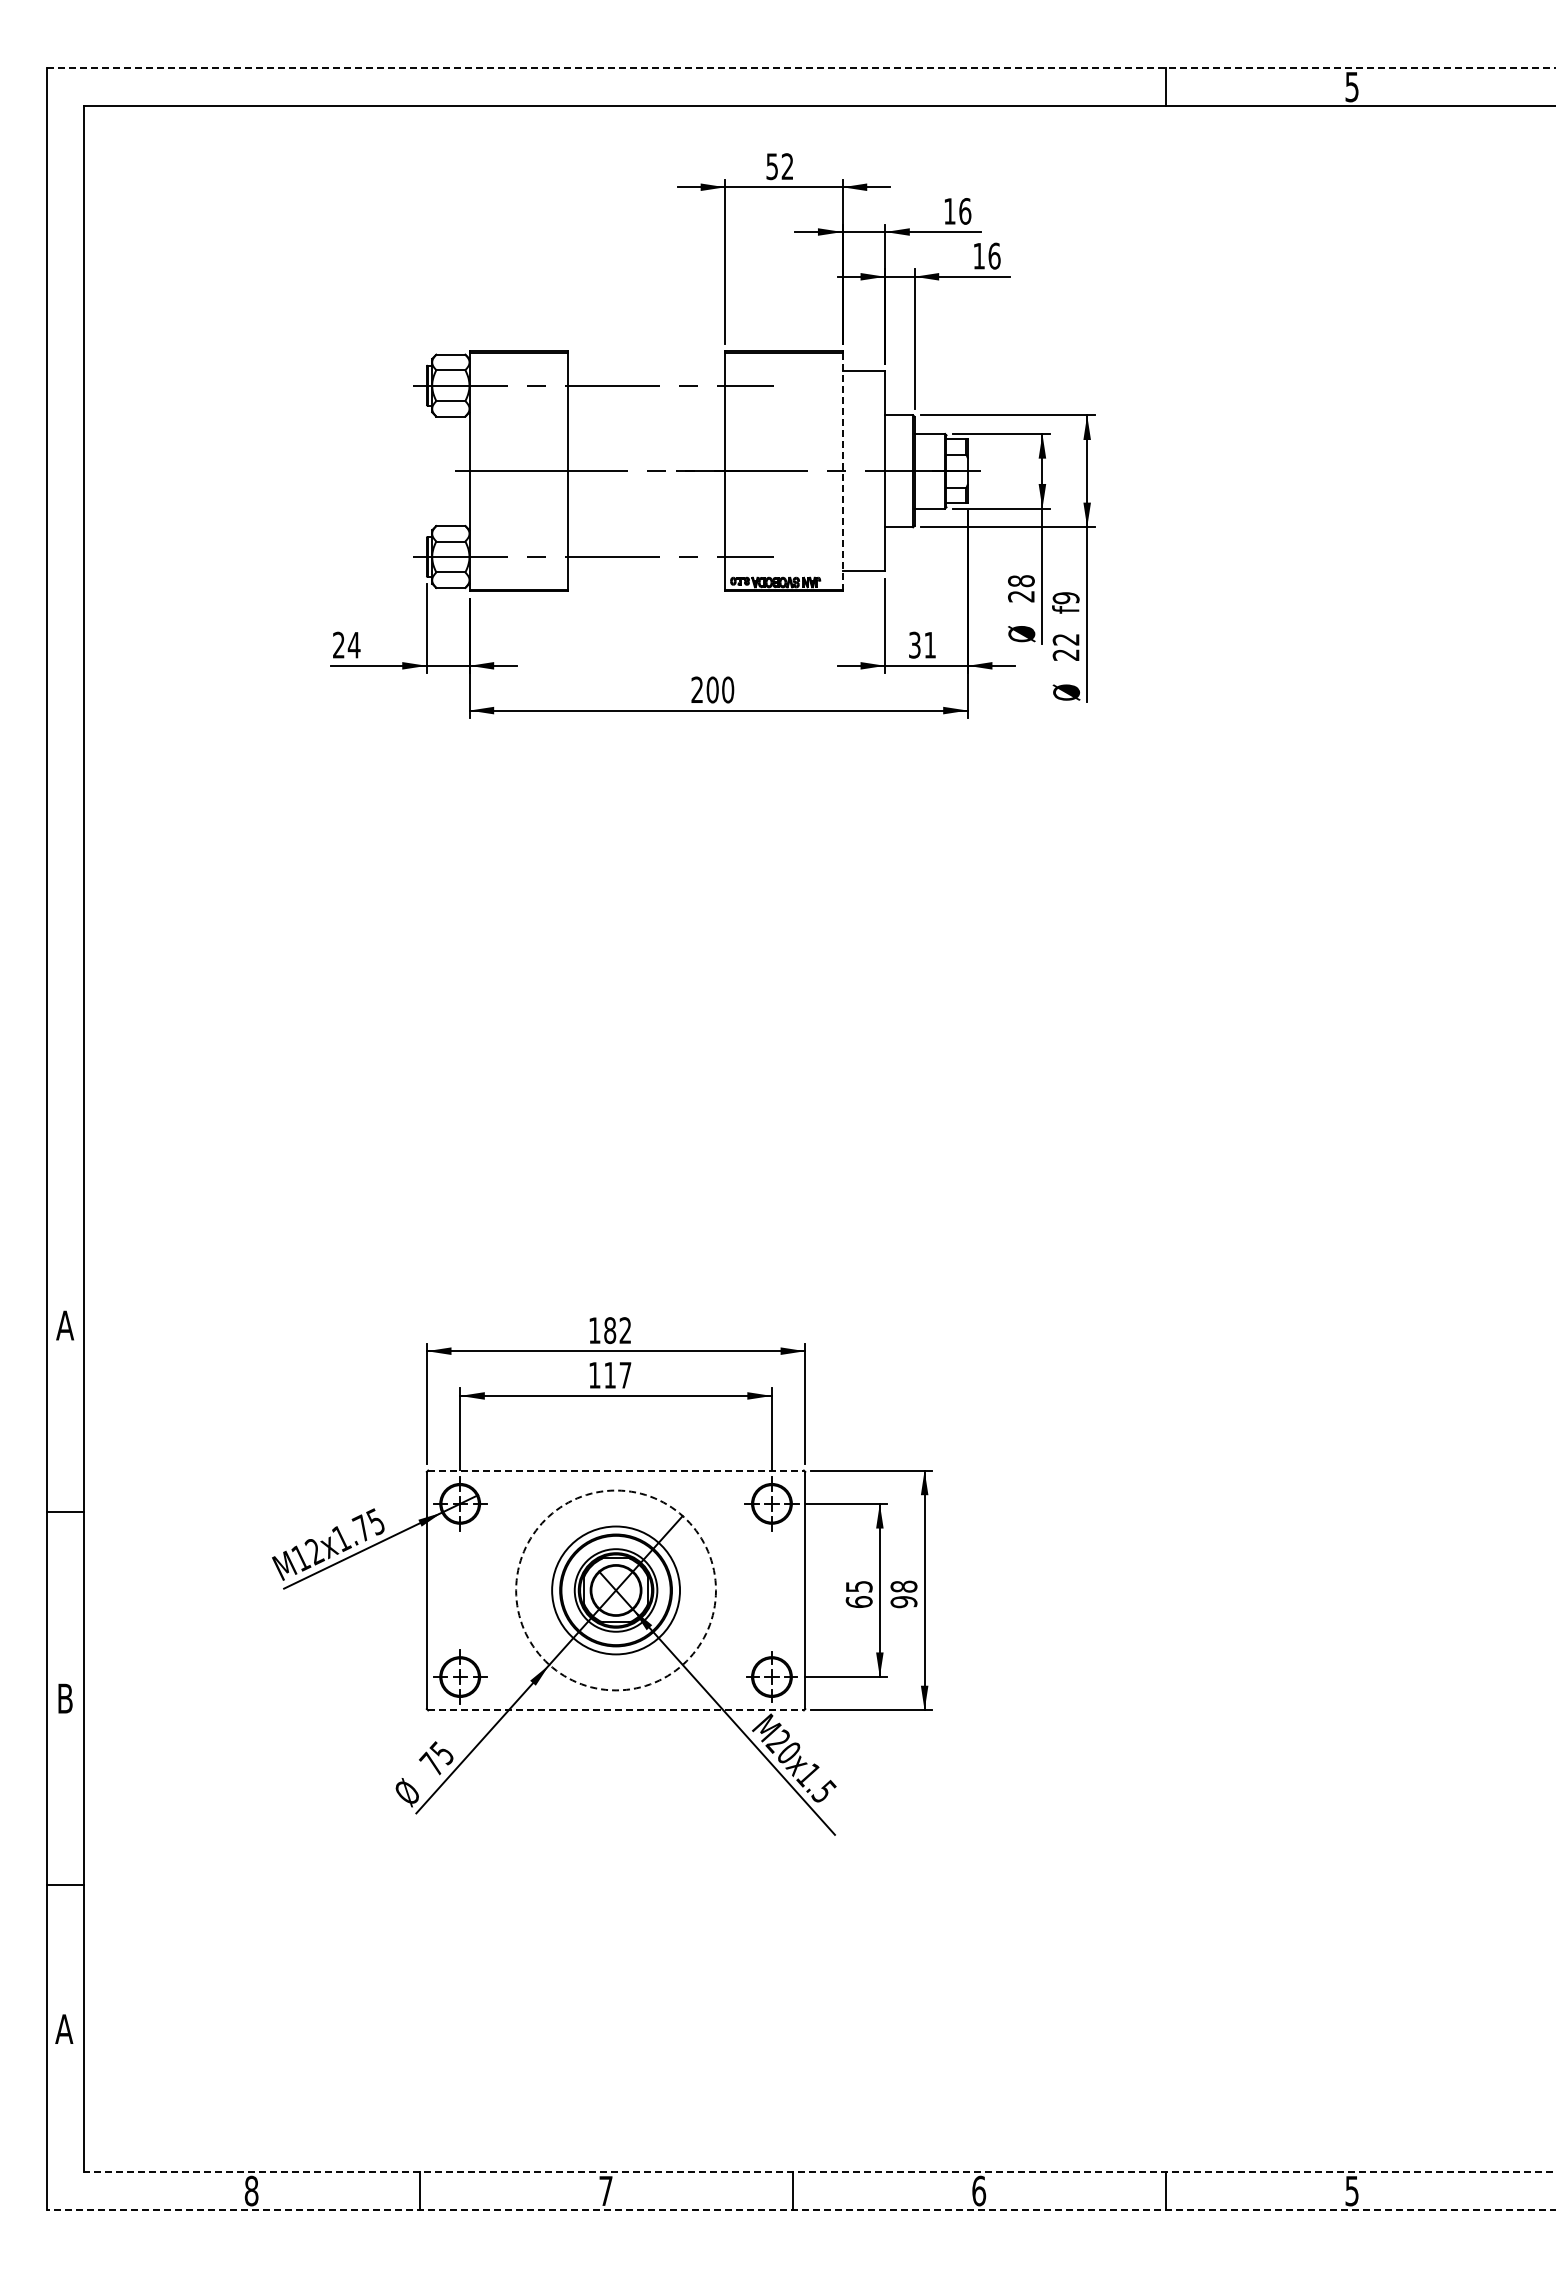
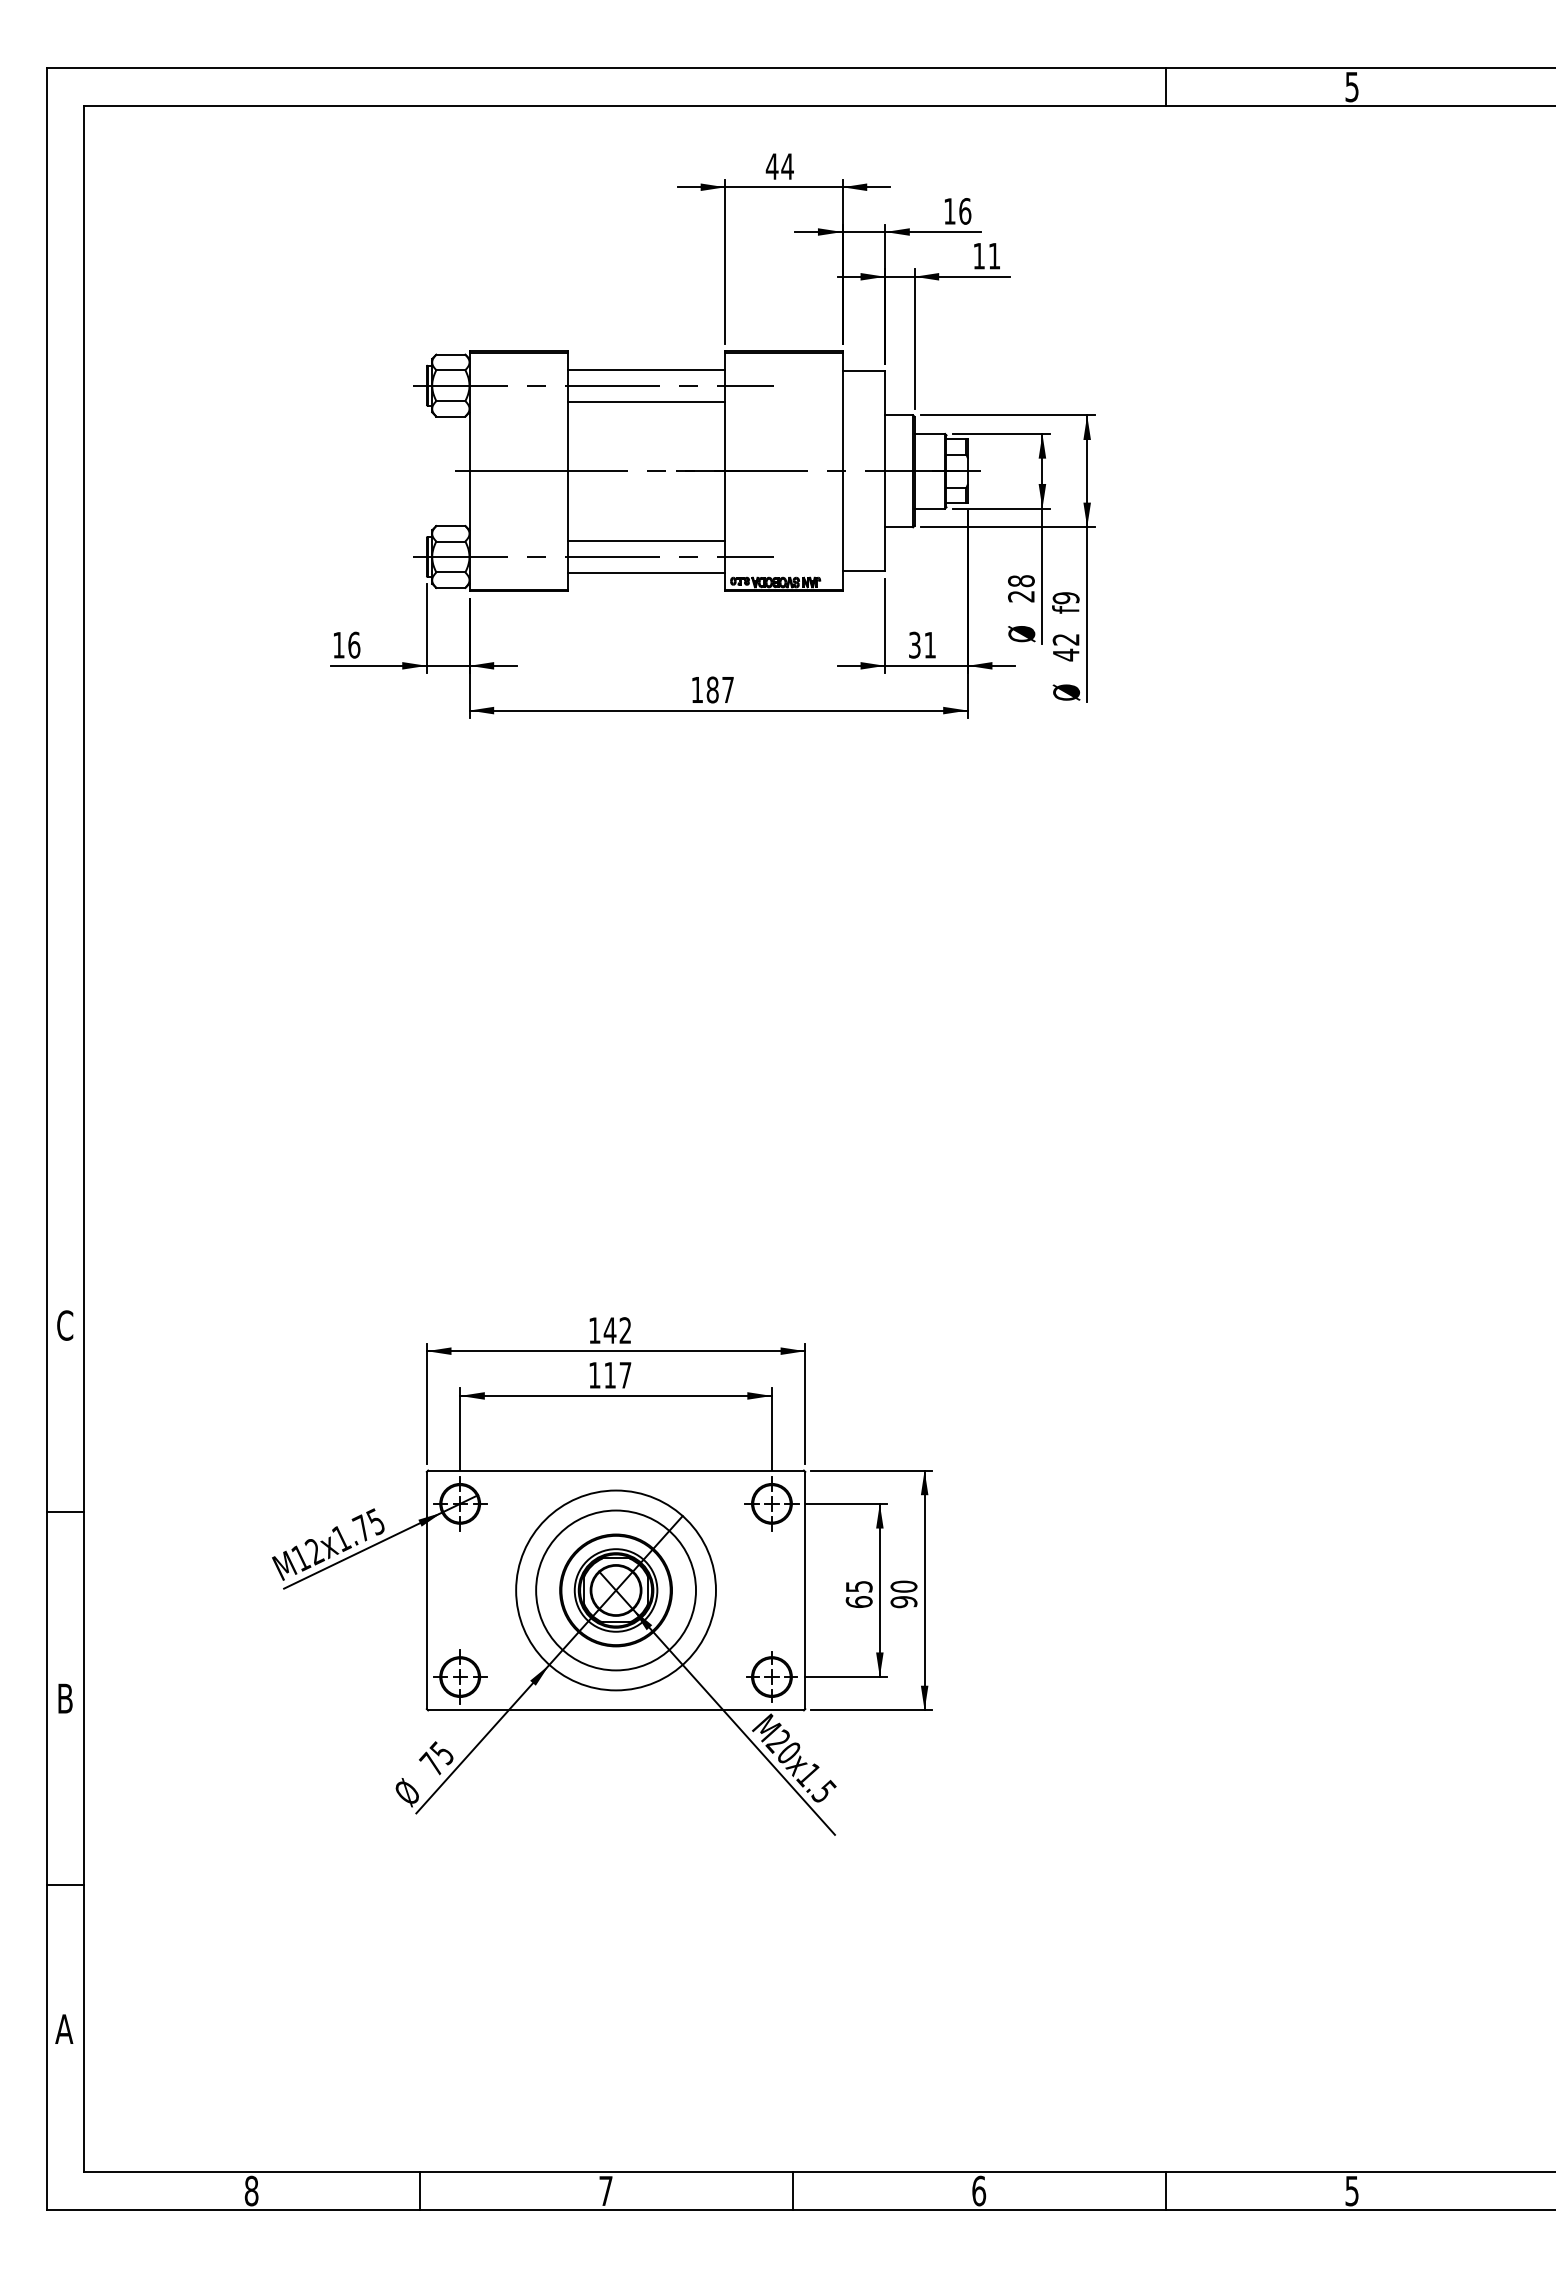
line at (801, 68): dashed -> solid
text at (779, 166): 52 -> 44
text at (994, 255): 16 -> 11
line at (646, 369): none -> present
line at (646, 401): none -> present
line at (842, 471): dashed -> solid
line at (646, 541): none -> present
line at (646, 572): none -> present
text at (346, 644): 24 -> 16
text at (1065, 654): 22 -> 42
text at (712, 689): 200 -> 187
text at (65, 1325): A -> C
text at (609, 1330): 182 -> 142
line at (616, 1470): dashed -> solid
text at (904, 1586): 98 -> 90
circle at (615, 1590): dashed -> solid
circle at (616, 1590) diameter: 128 px -> 160 px
line at (616, 1710): dashed -> solid
line at (819, 2172): dashed -> solid
line at (800, 2209): dashed -> solid
